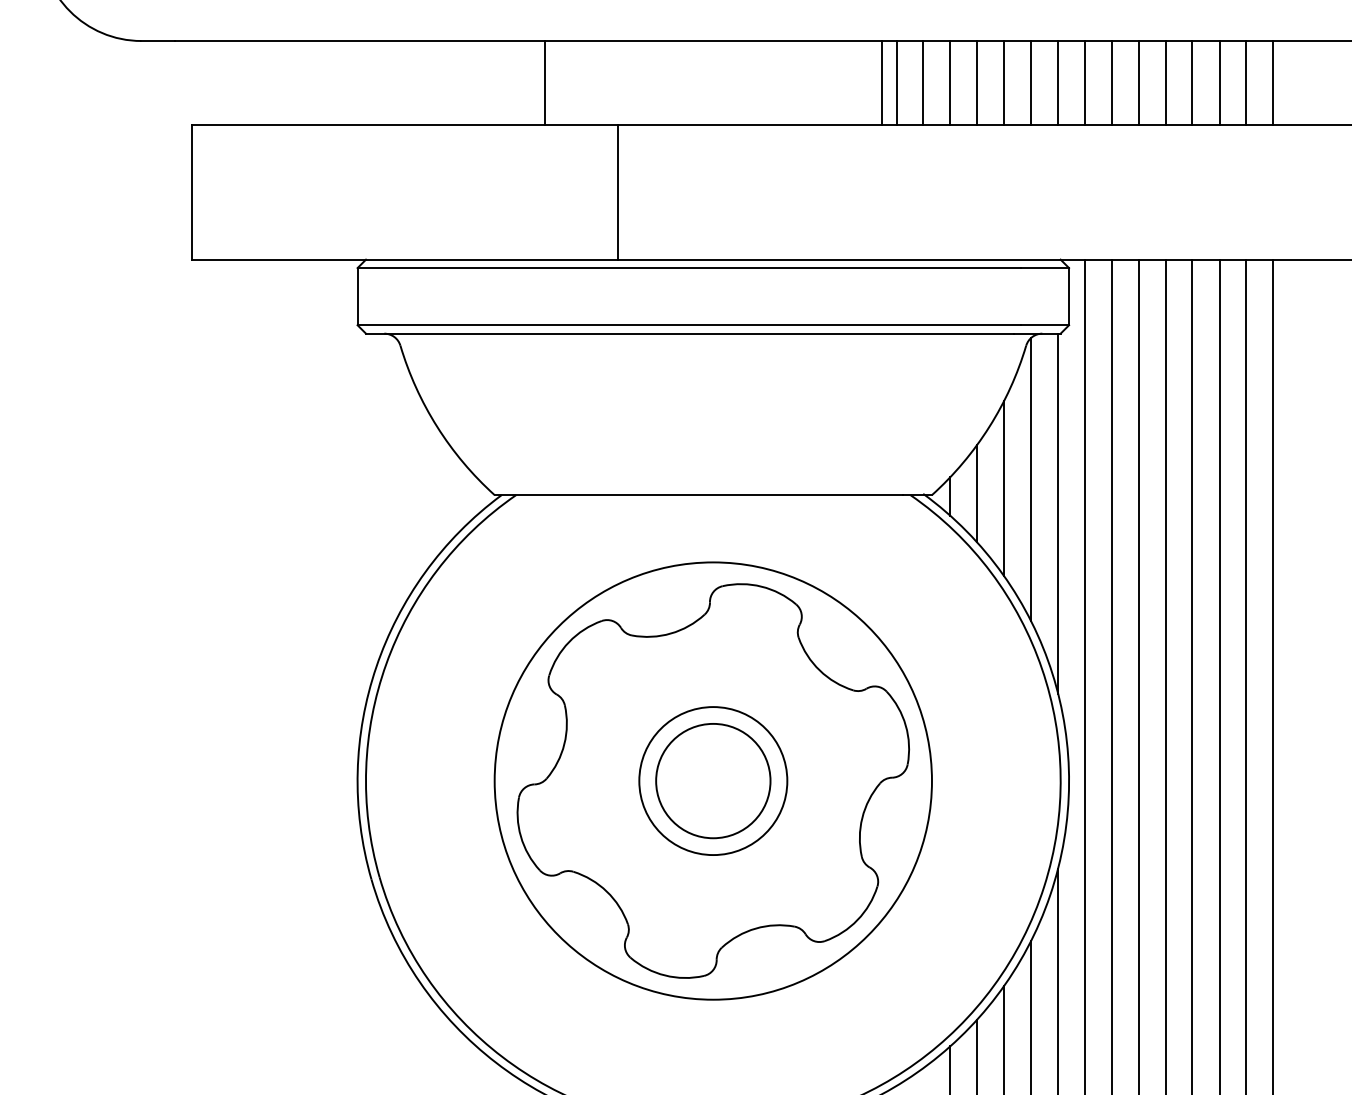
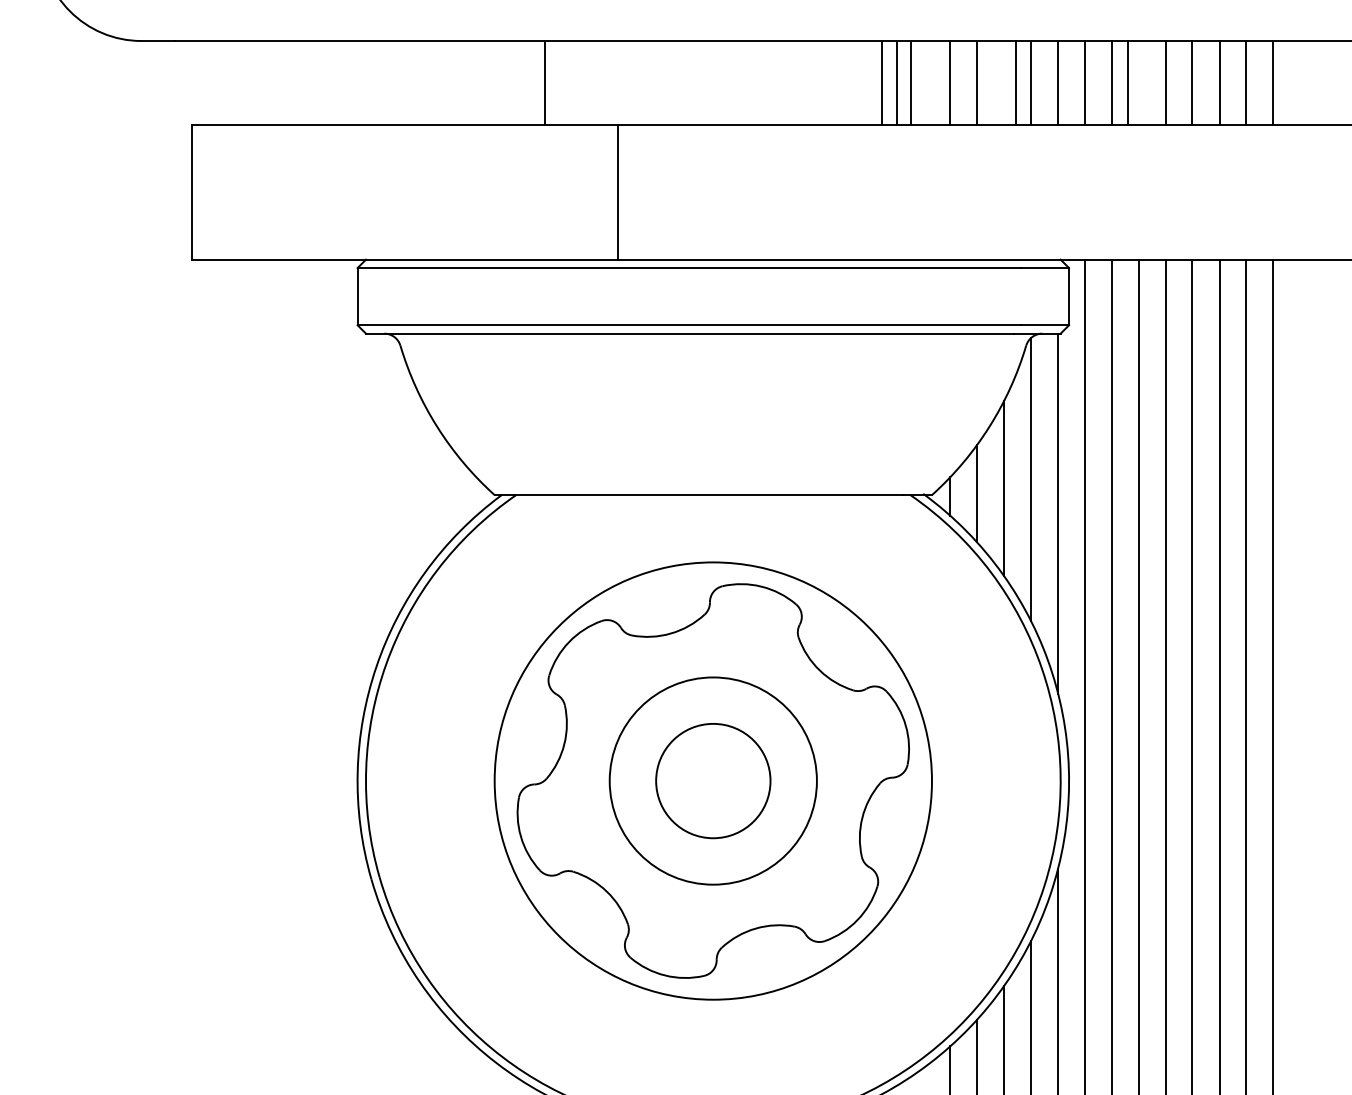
line at (923, 83) position: (923, 83) -> (911, 83)
line at (1004, 83) position: (1004, 83) -> (1016, 83)
line at (1138, 83) position: (1138, 83) -> (1127, 83)
circle at (713, 781) diameter: 148 px -> 207 px
